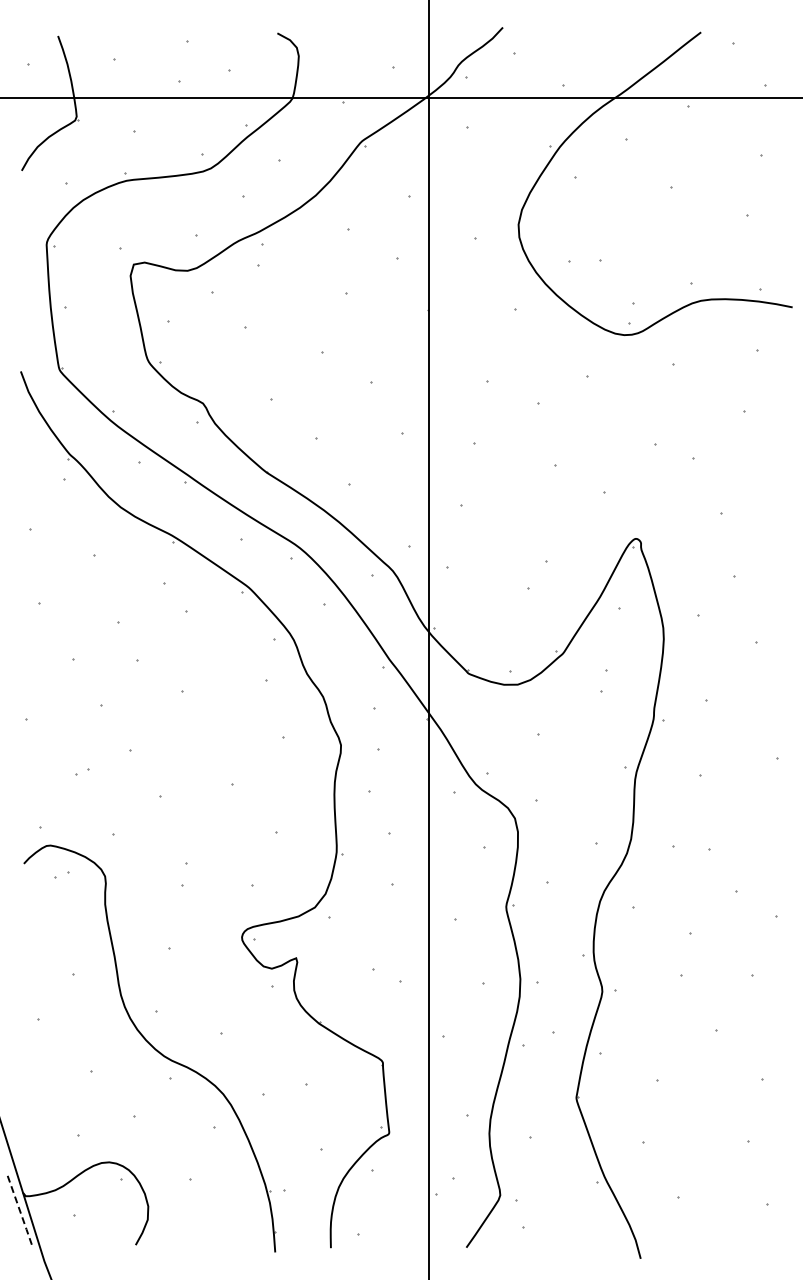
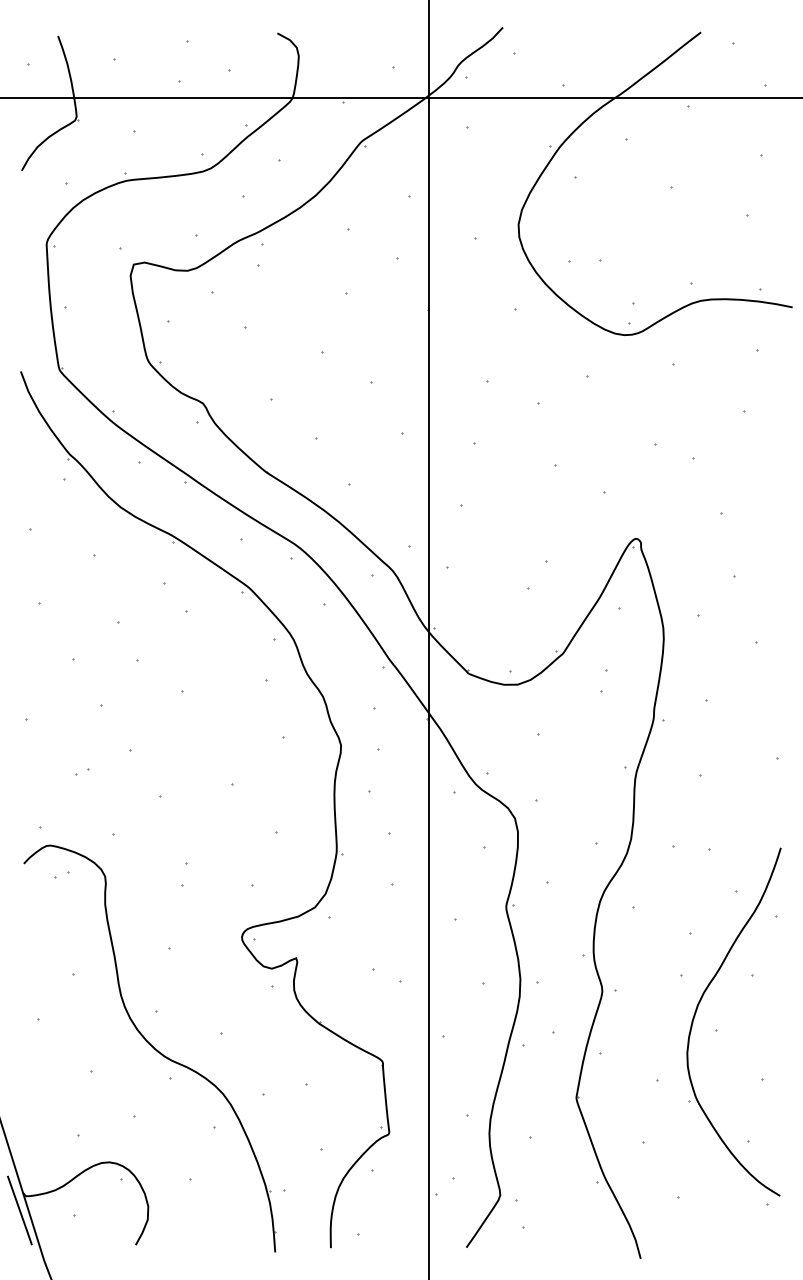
part at (697, 1010): none -> present
line at (20, 1211): dashed -> solid
